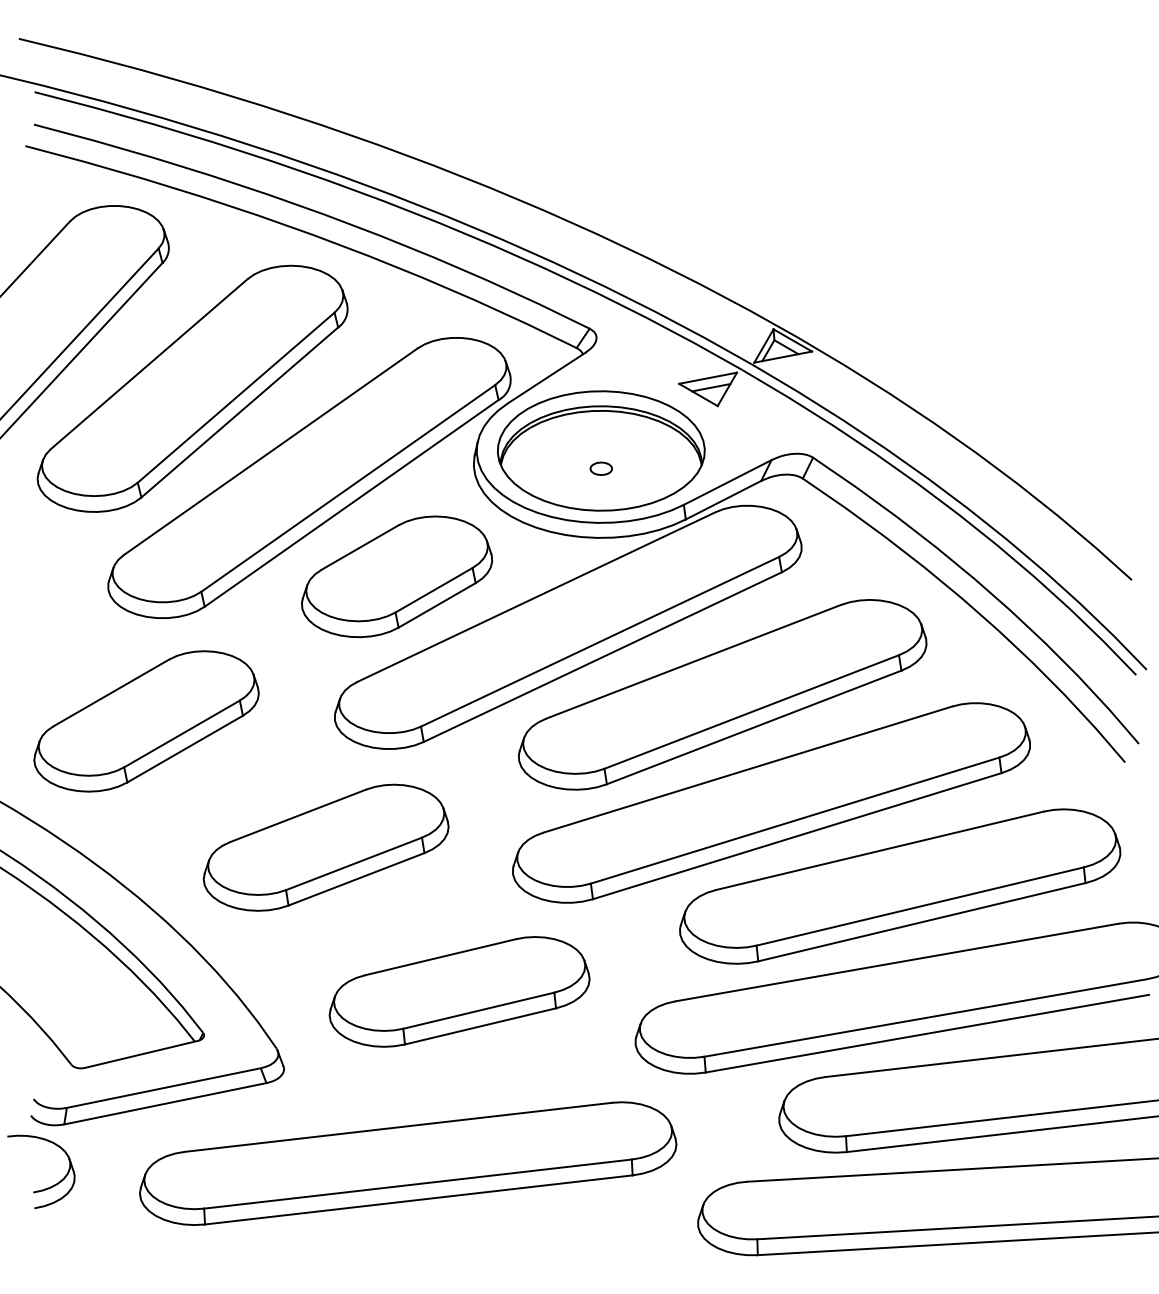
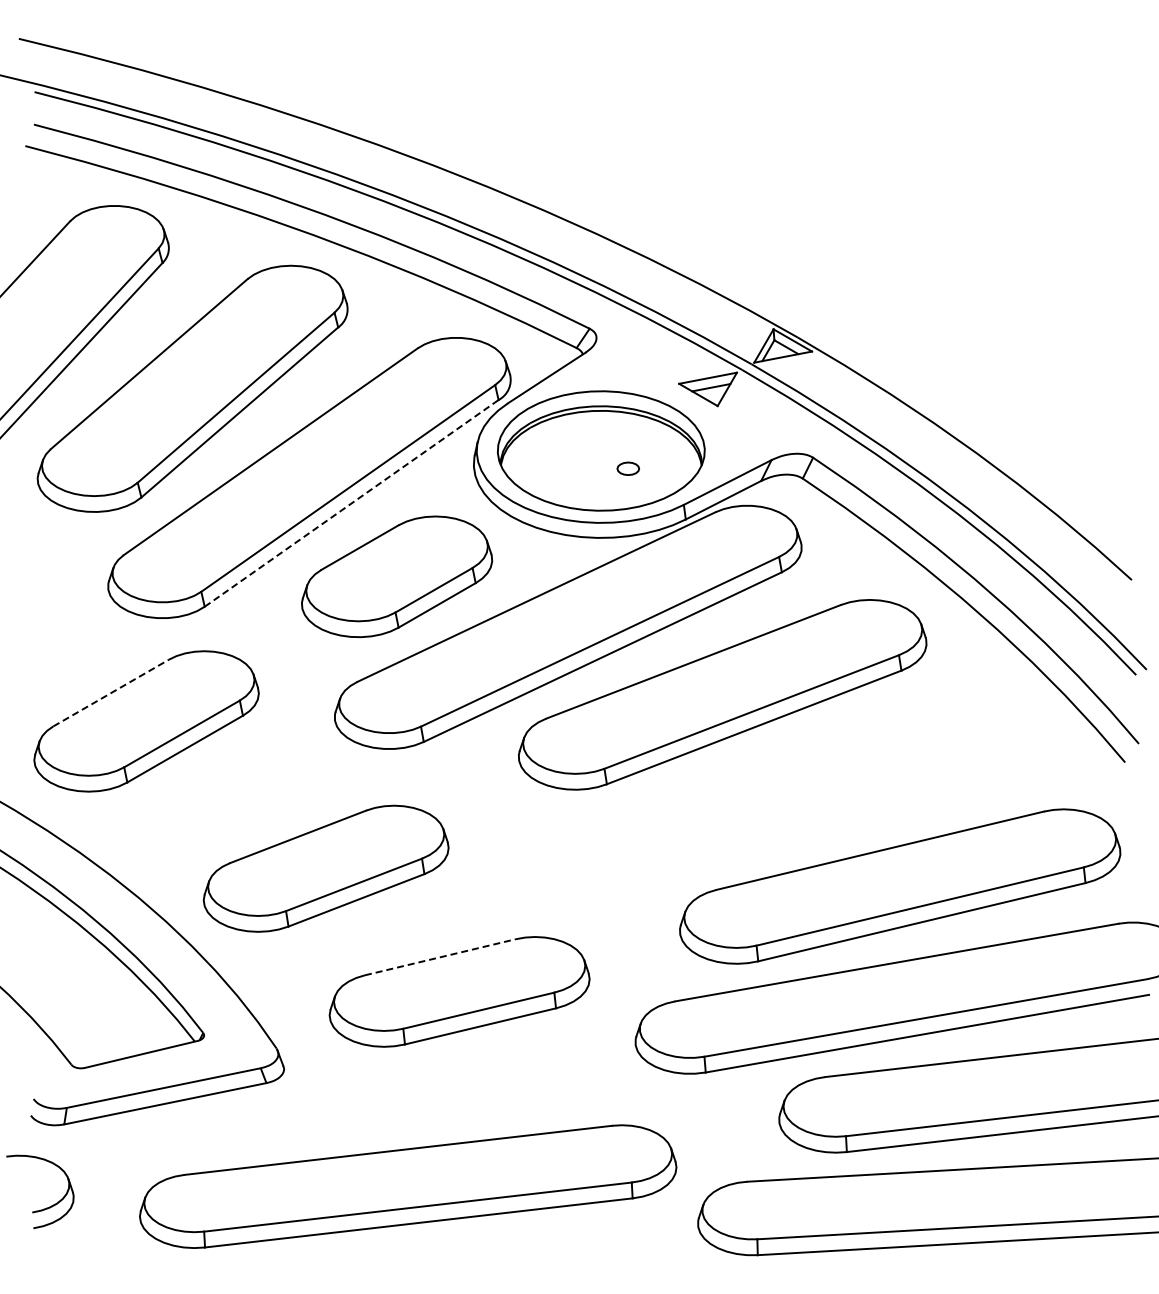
part at (601, 468) position: (601, 468) -> (628, 468)
line at (351, 503): solid -> dashed
line at (111, 693): solid -> dashed
part at (771, 802): present -> none
part at (325, 847) position: (325, 847) -> (325, 868)
line at (440, 957): solid -> dashed
part at (408, 1163) position: (408, 1163) -> (408, 1186)
part at (47, 1187) position: (47, 1187) -> (46, 1207)
